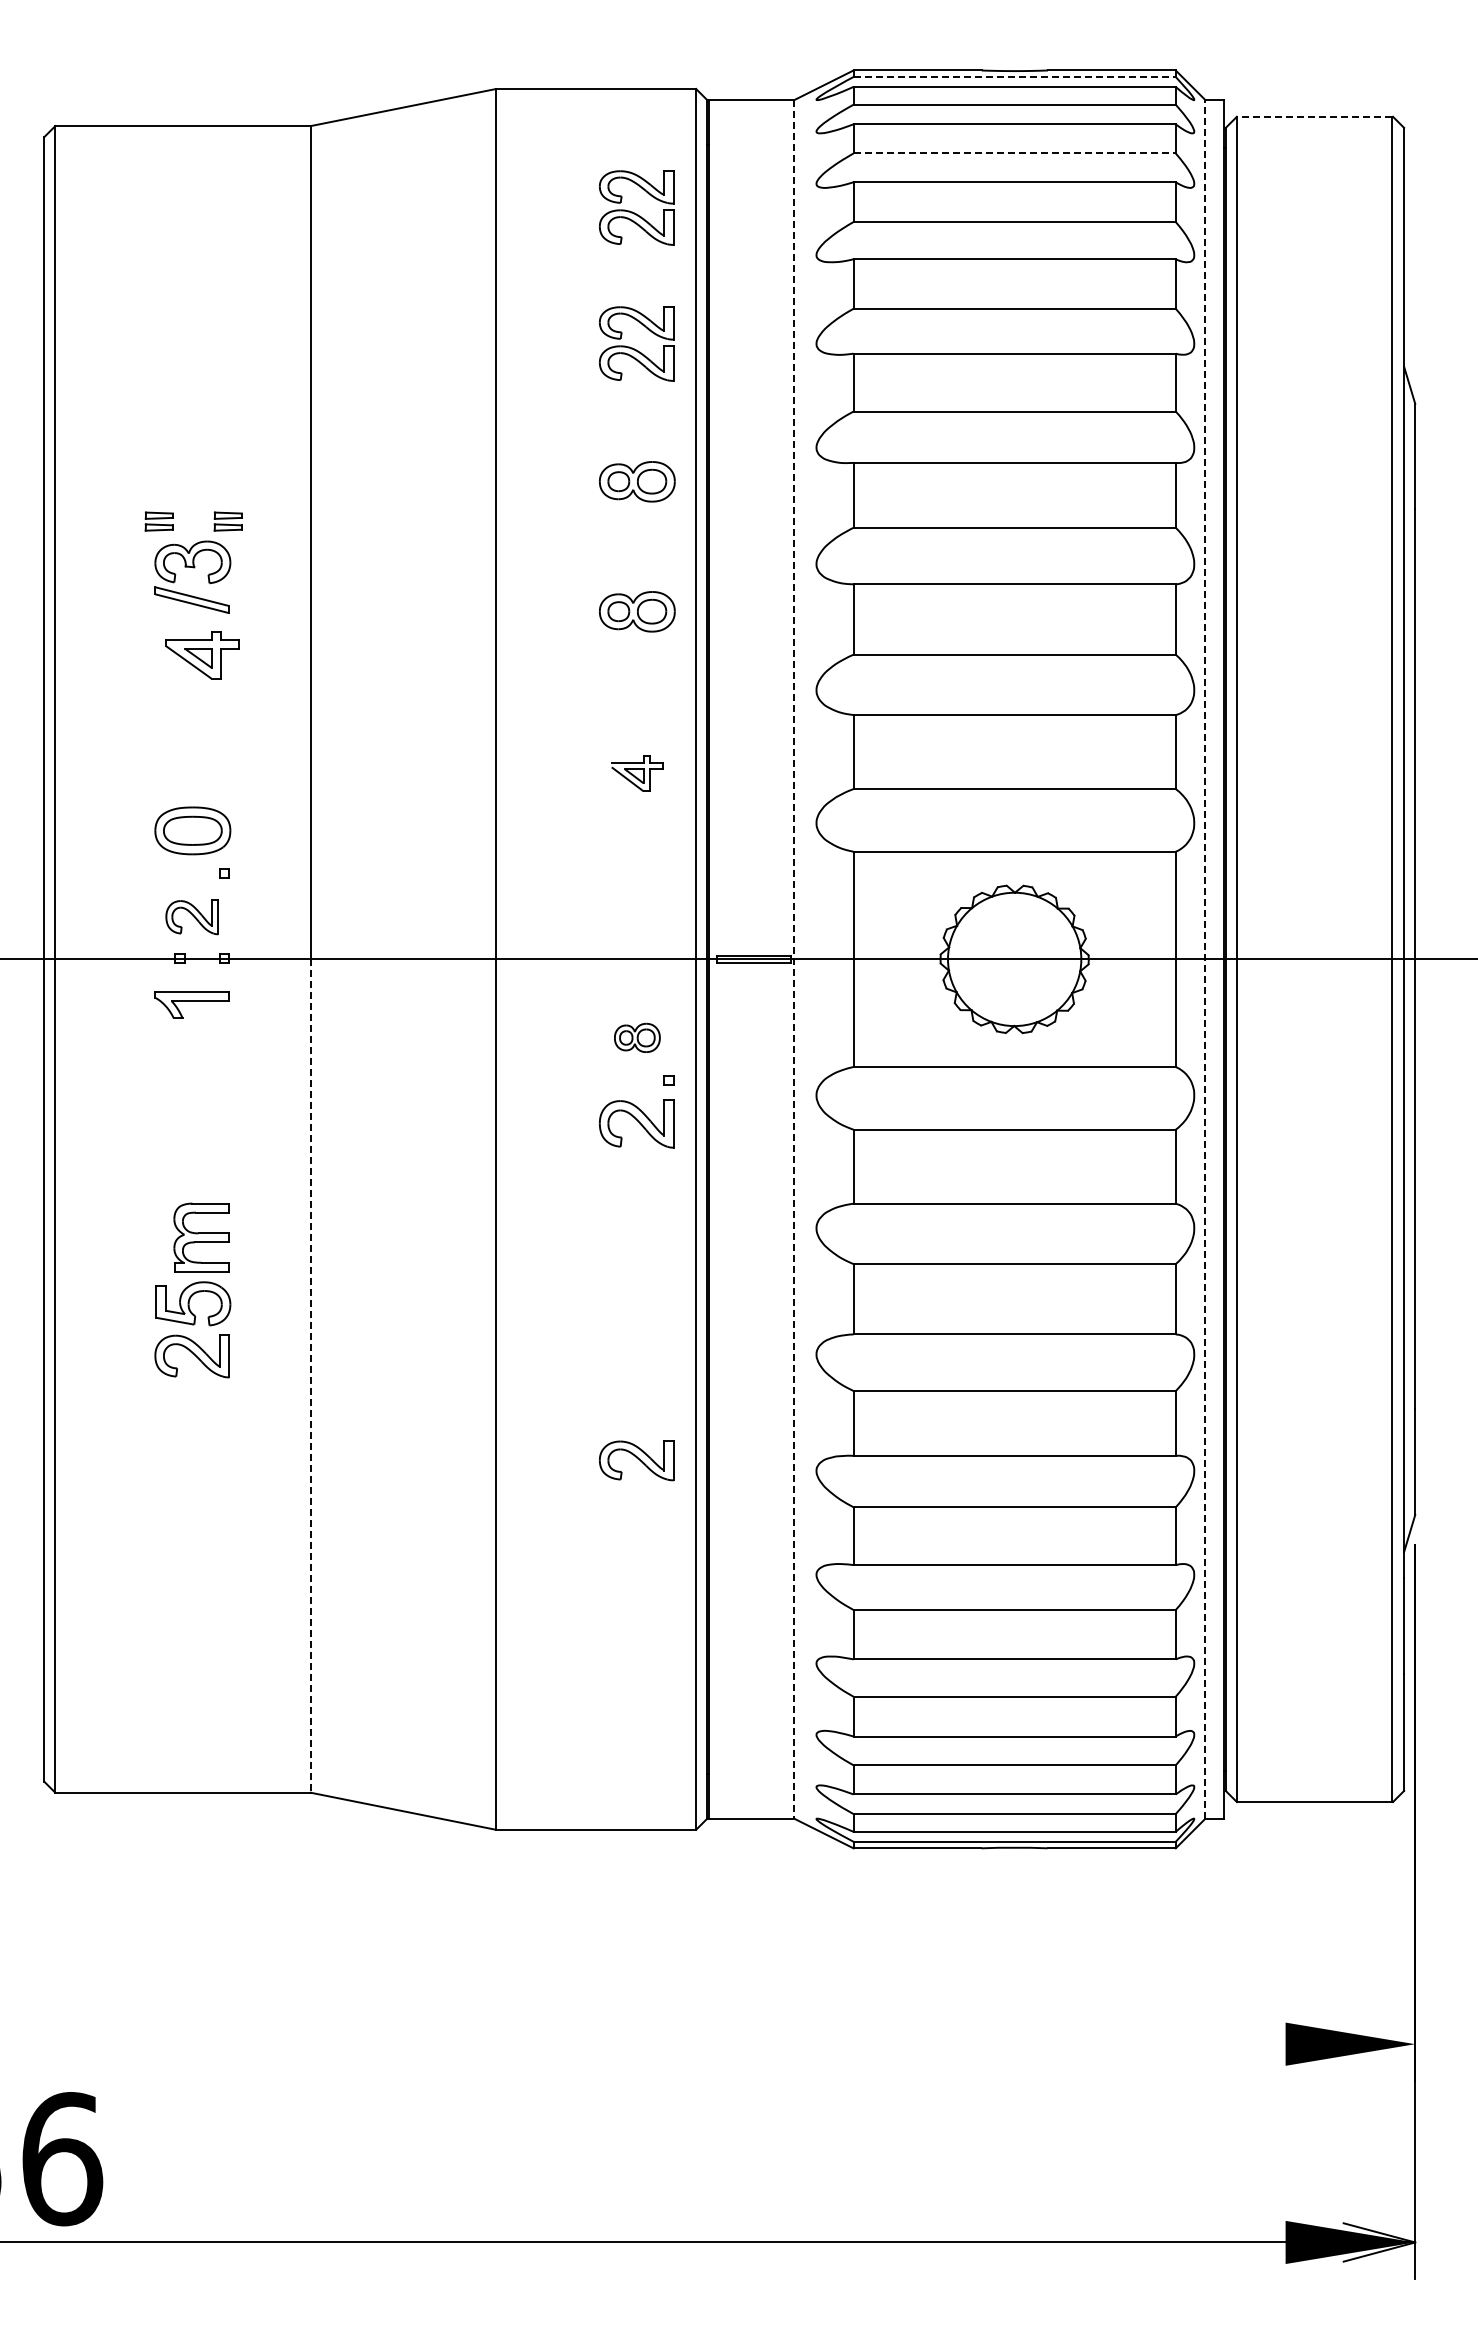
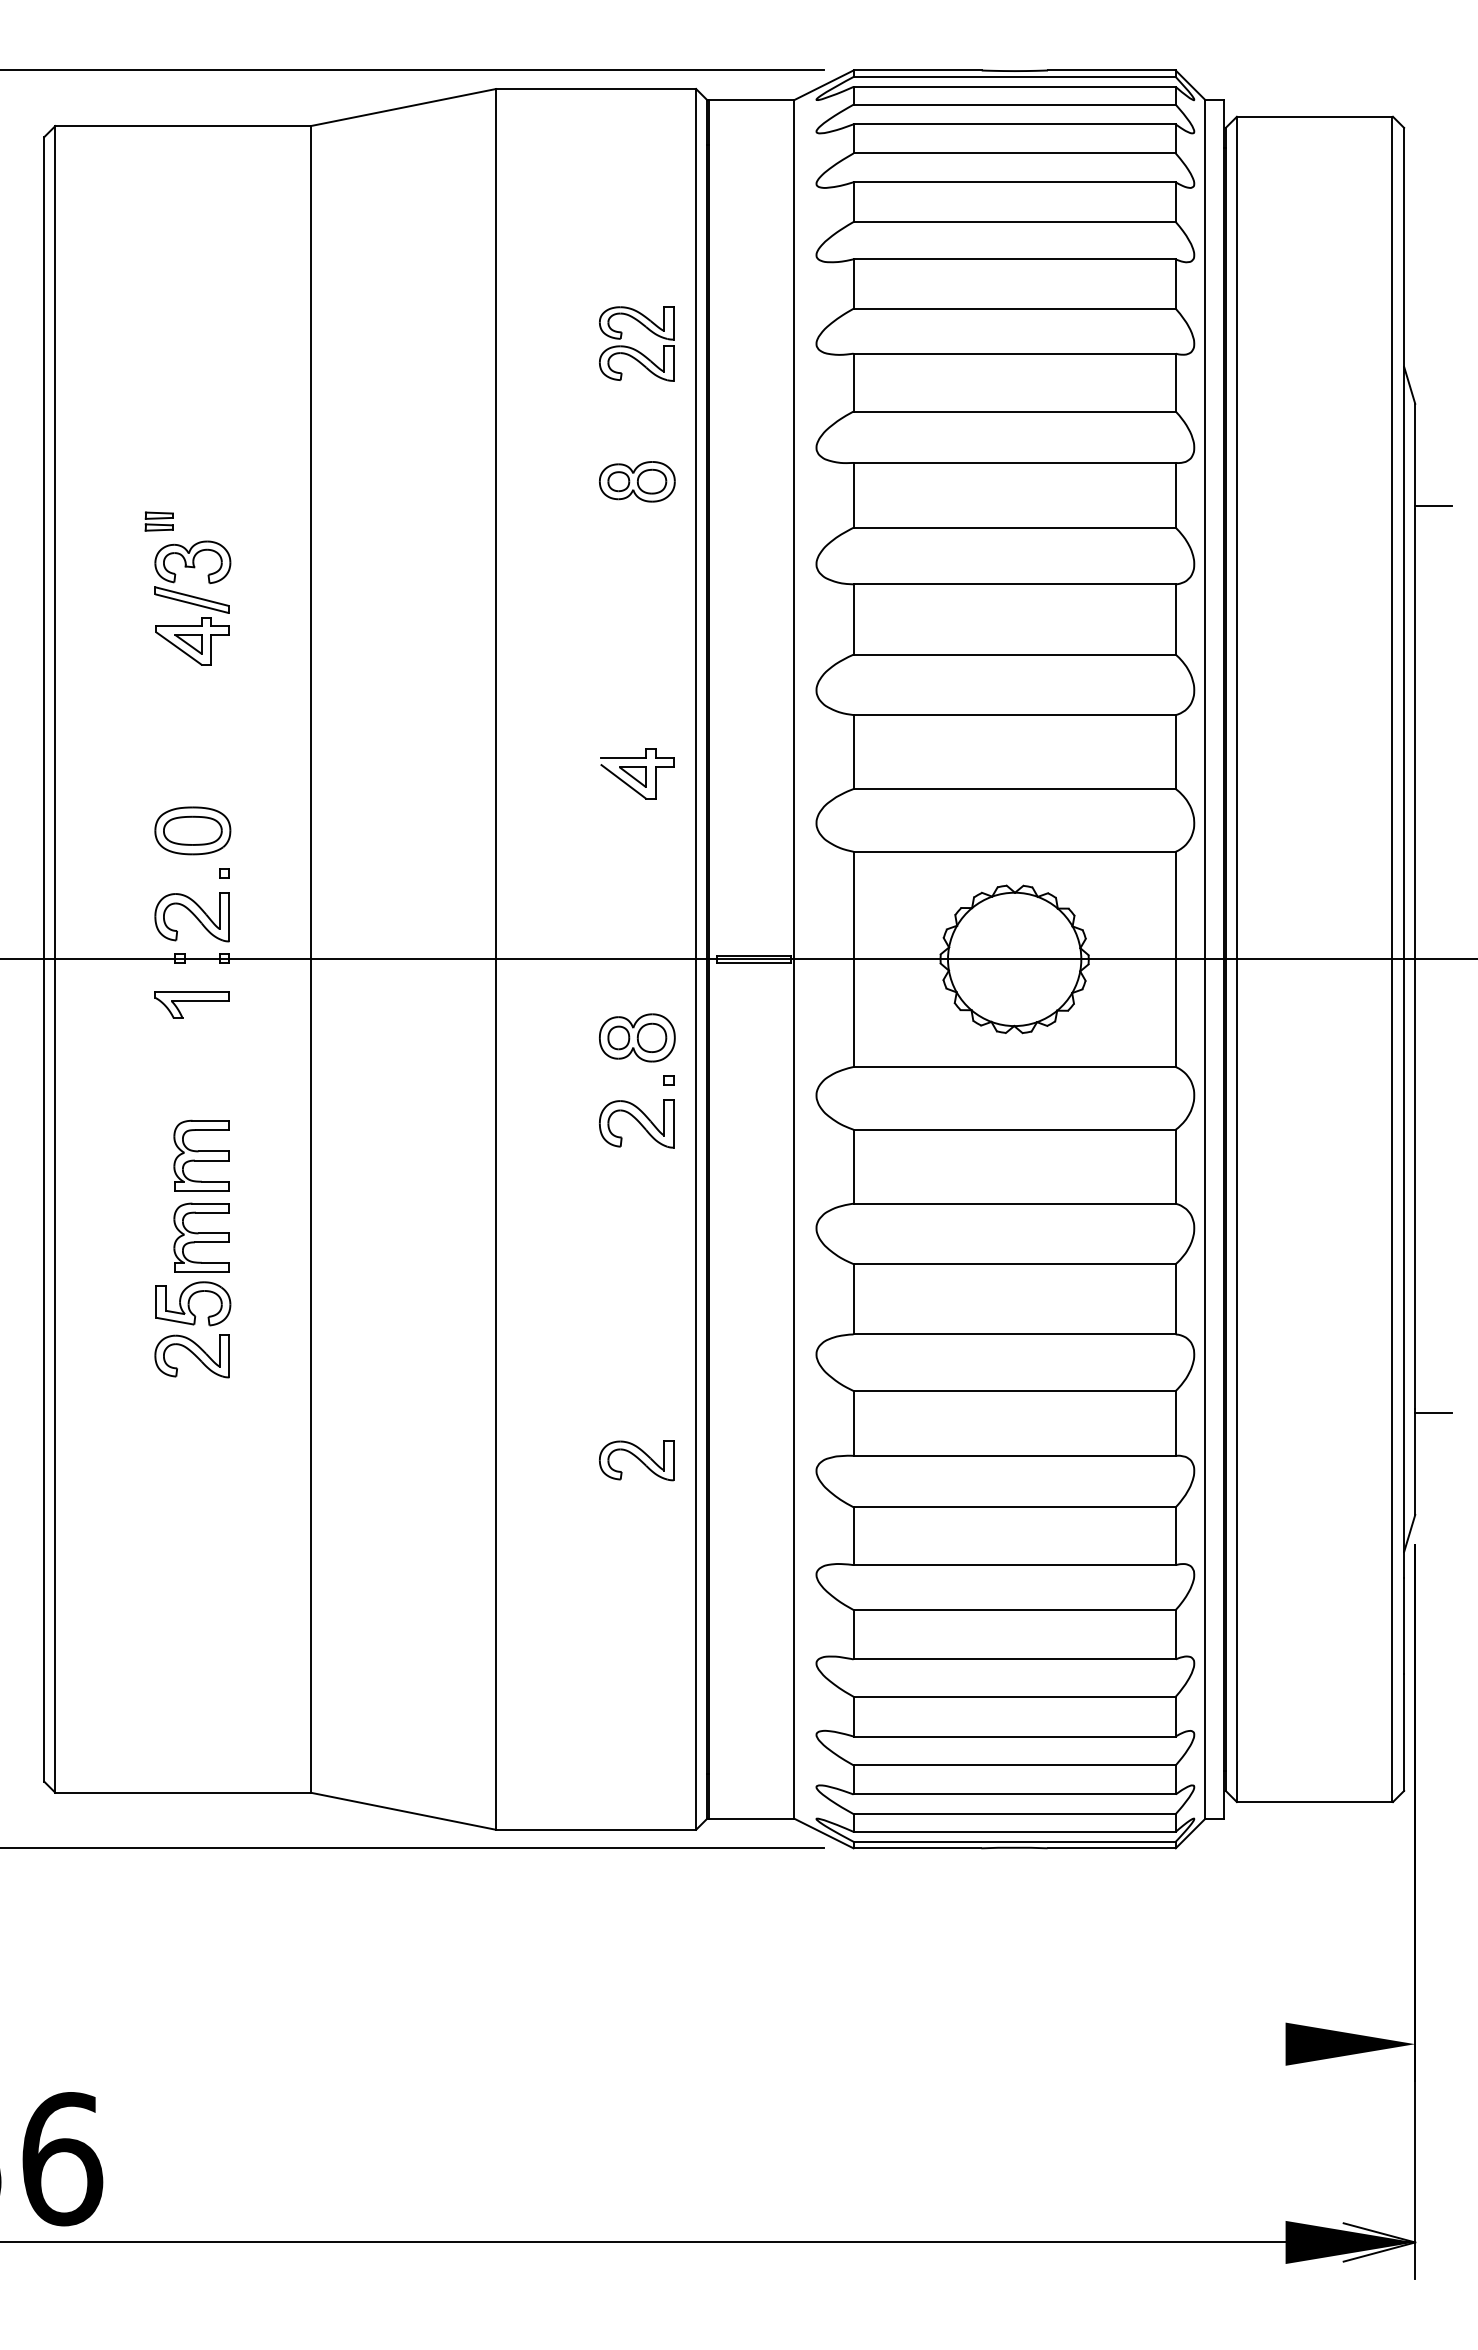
line at (412, 70): none -> present
line at (1015, 77): dashed -> solid
line at (1313, 116): dashed -> solid
line at (1015, 153): dashed -> solid
part at (636, 207): present -> none
line at (1433, 505): none -> present
part at (227, 521): present -> none
part at (637, 611): present -> none
part at (202, 655) position: (202, 655) -> (192, 641)
part at (637, 773) size: 53x37 px -> 75x52 px
part at (191, 917) size: 54x37 px -> 76x51 px
line at (1205, 958): dashed -> solid
line at (794, 959): dashed -> solid
part at (637, 1037) size: 47x31 px -> 77x50 px
part at (201, 1155): none -> present
line at (310, 1376): dashed -> solid
line at (1433, 1413): none -> present
line at (412, 1848): none -> present
